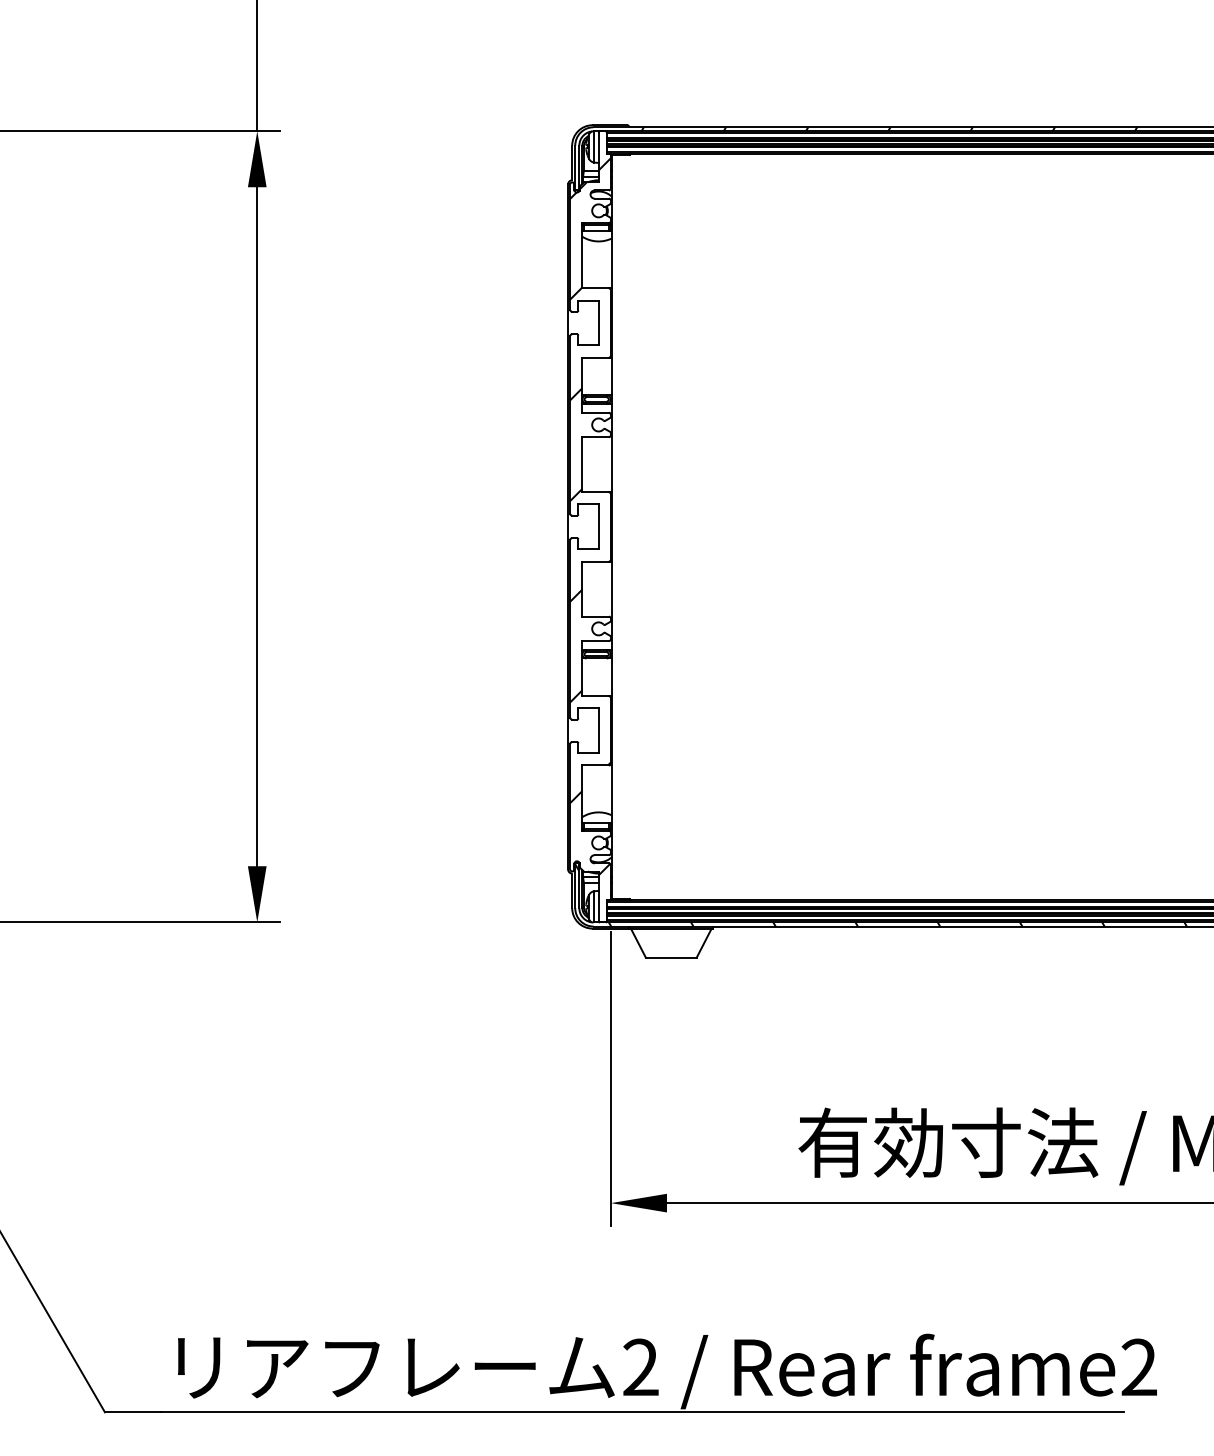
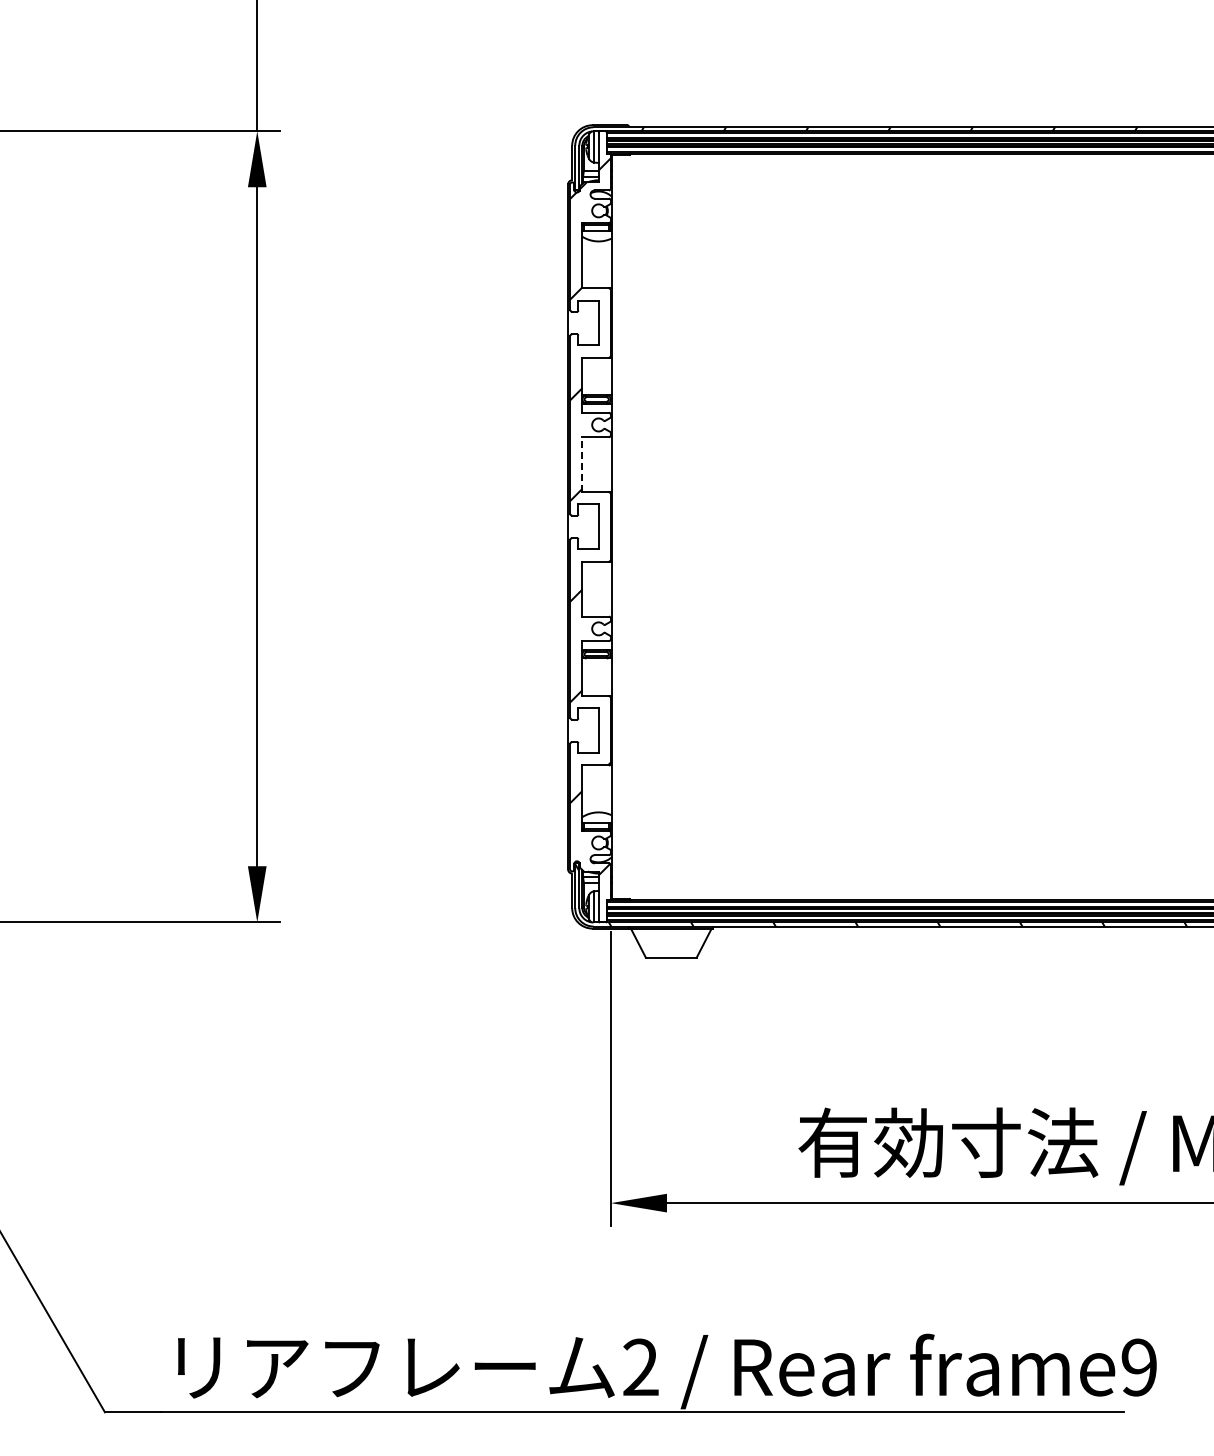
line at (582, 464): solid -> dashed
text at (1138, 1367): frame2 -> frame9
